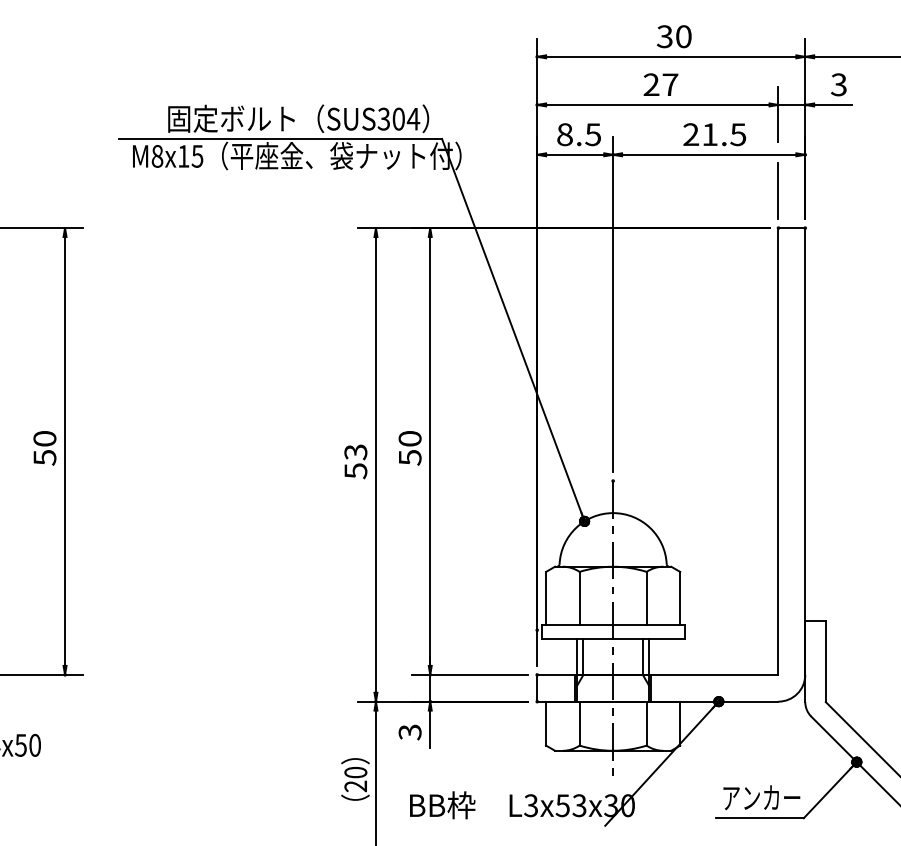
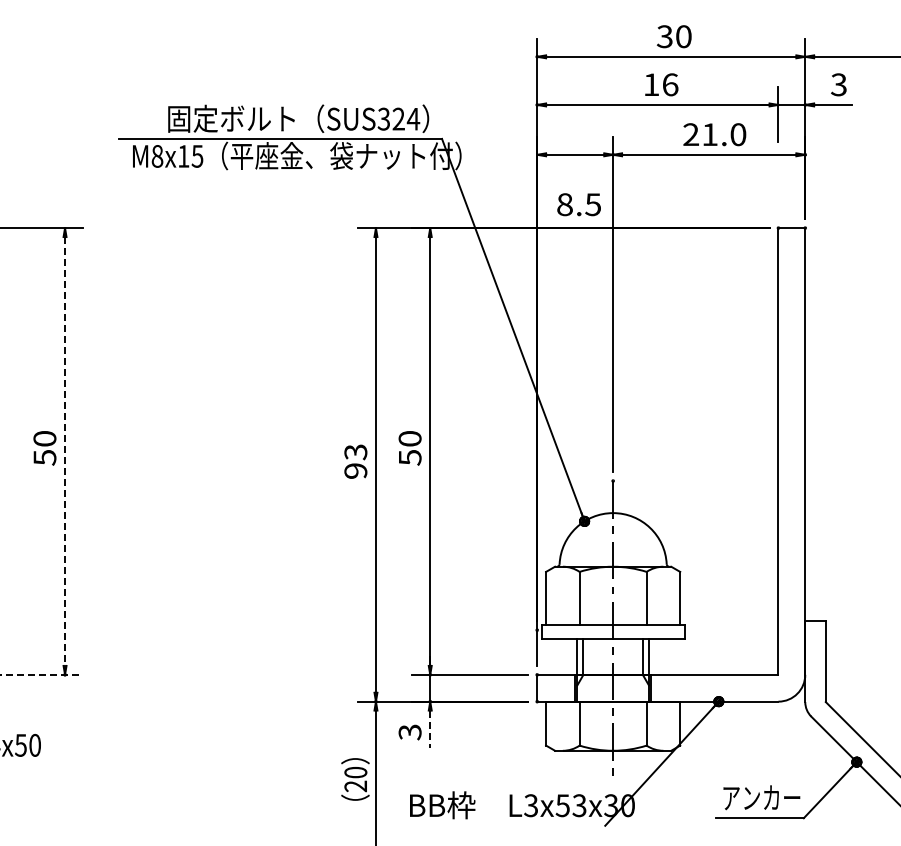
text at (660, 84): 27 -> 16
text at (398, 118): SUS304 -> SUS324
text at (578, 134) position: (578, 134) -> (578, 204)
text at (738, 134): 21.5 -> 21.0
line at (778, 190): present -> none
line at (65, 451): solid -> dashed
text at (355, 471): 53 -> 93
line at (42, 674): solid -> dashed
line at (430, 729): solid -> dashed
